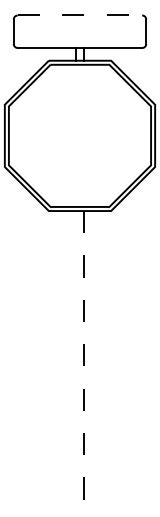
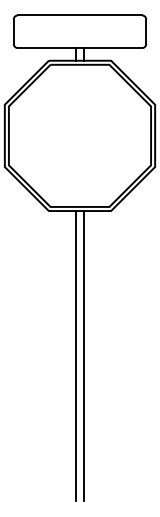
line at (80, 15): dashed -> solid
line at (75, 356): none -> present
line at (84, 356): dashed -> solid
